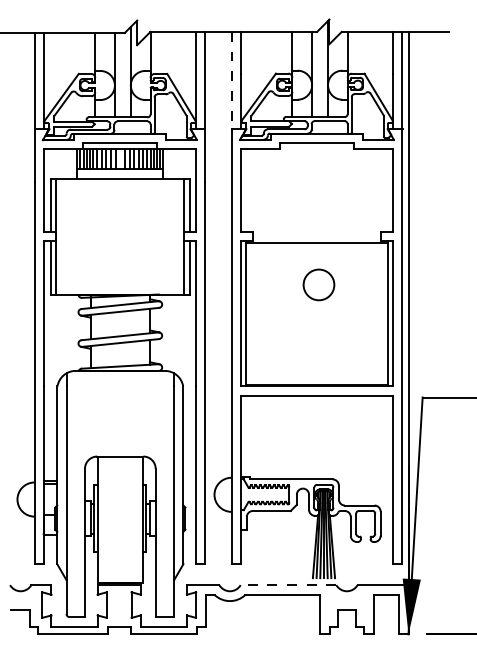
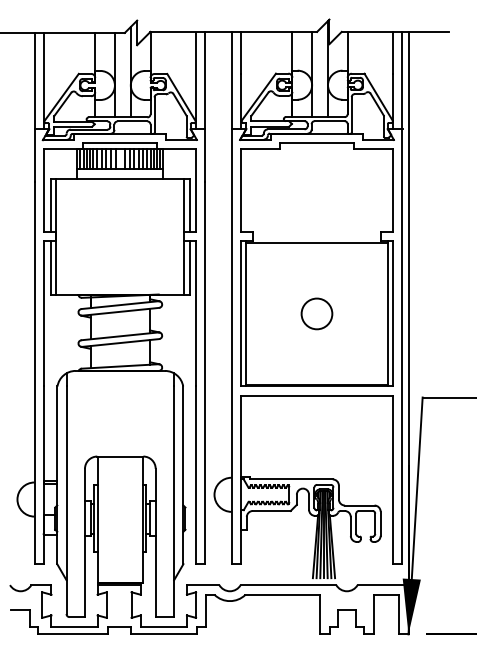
line at (231, 80): dashed -> solid
circle at (318, 284) position: (318, 284) -> (316, 313)
line at (288, 585): dashed -> solid
